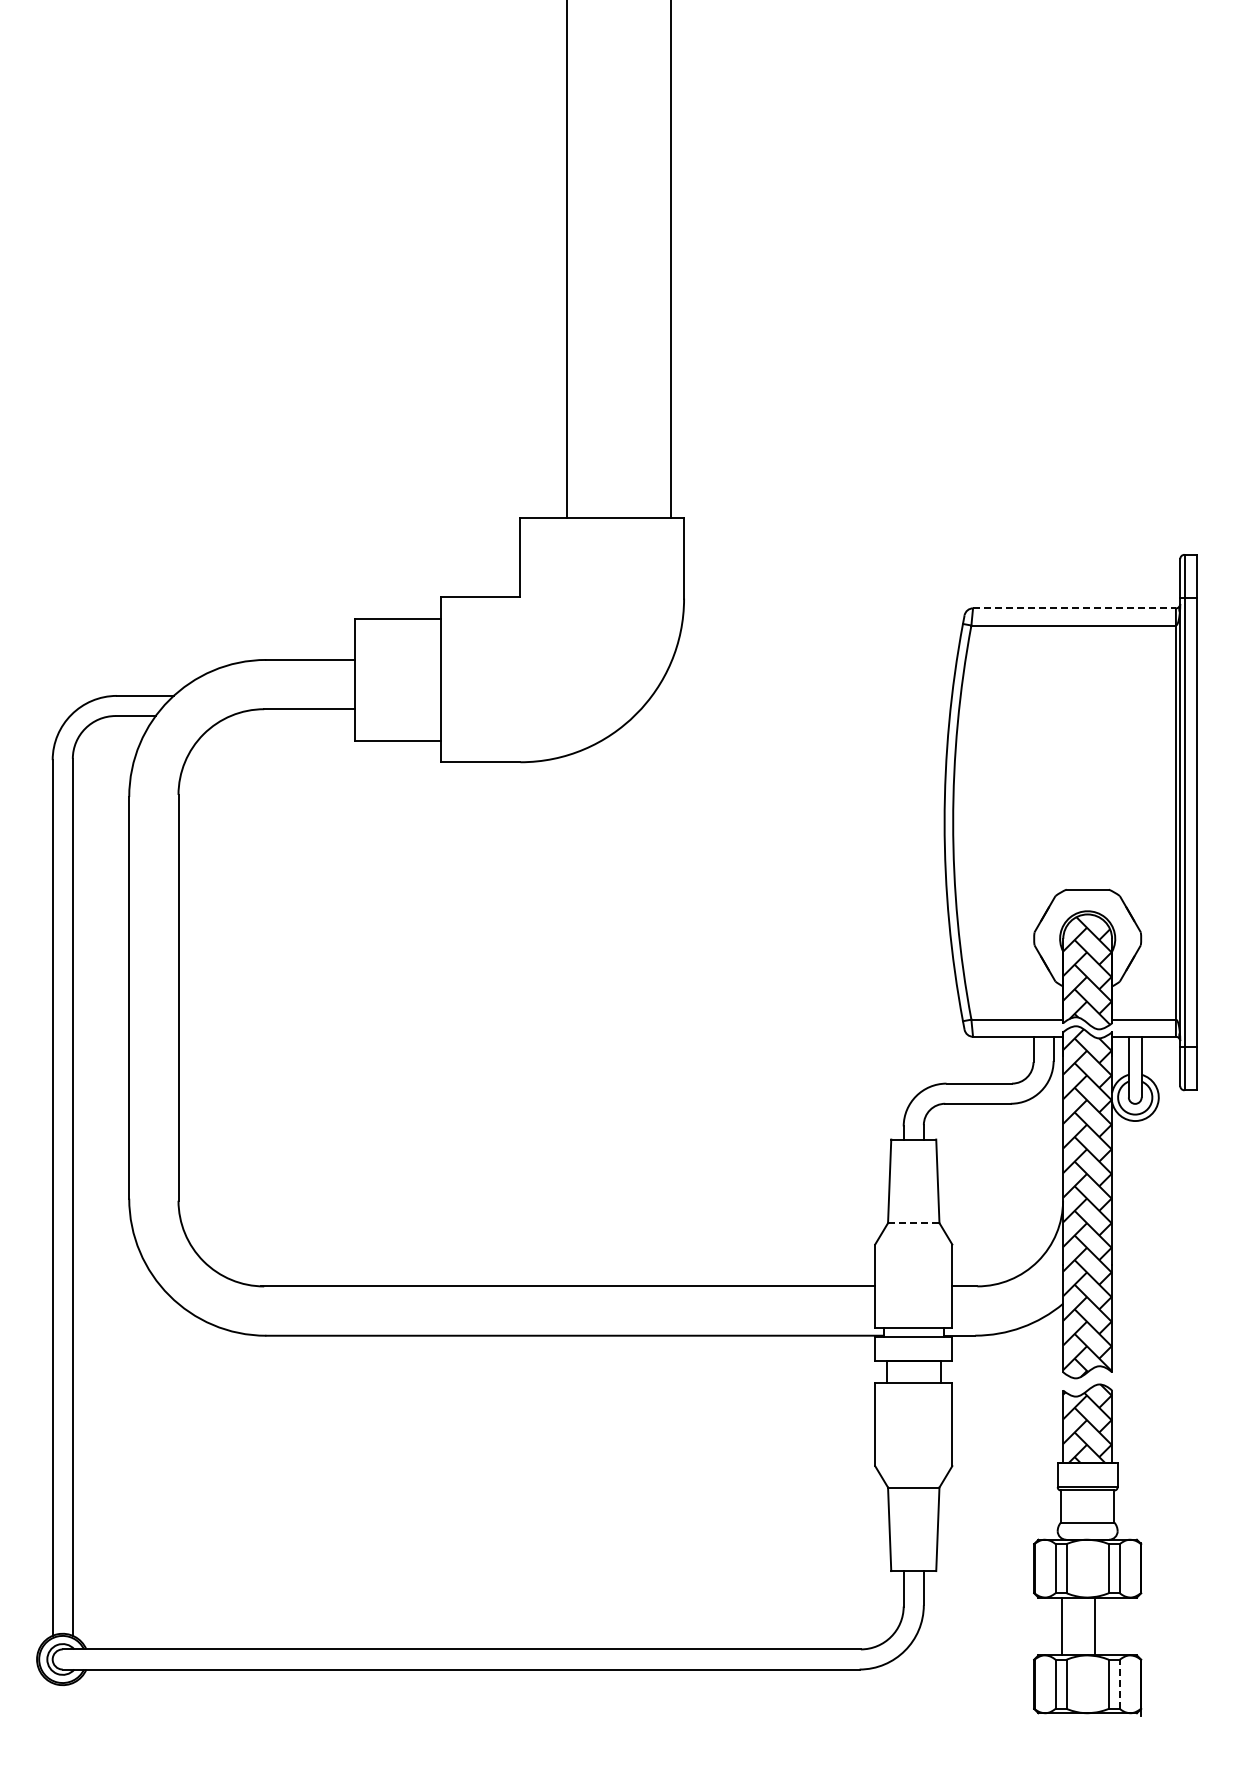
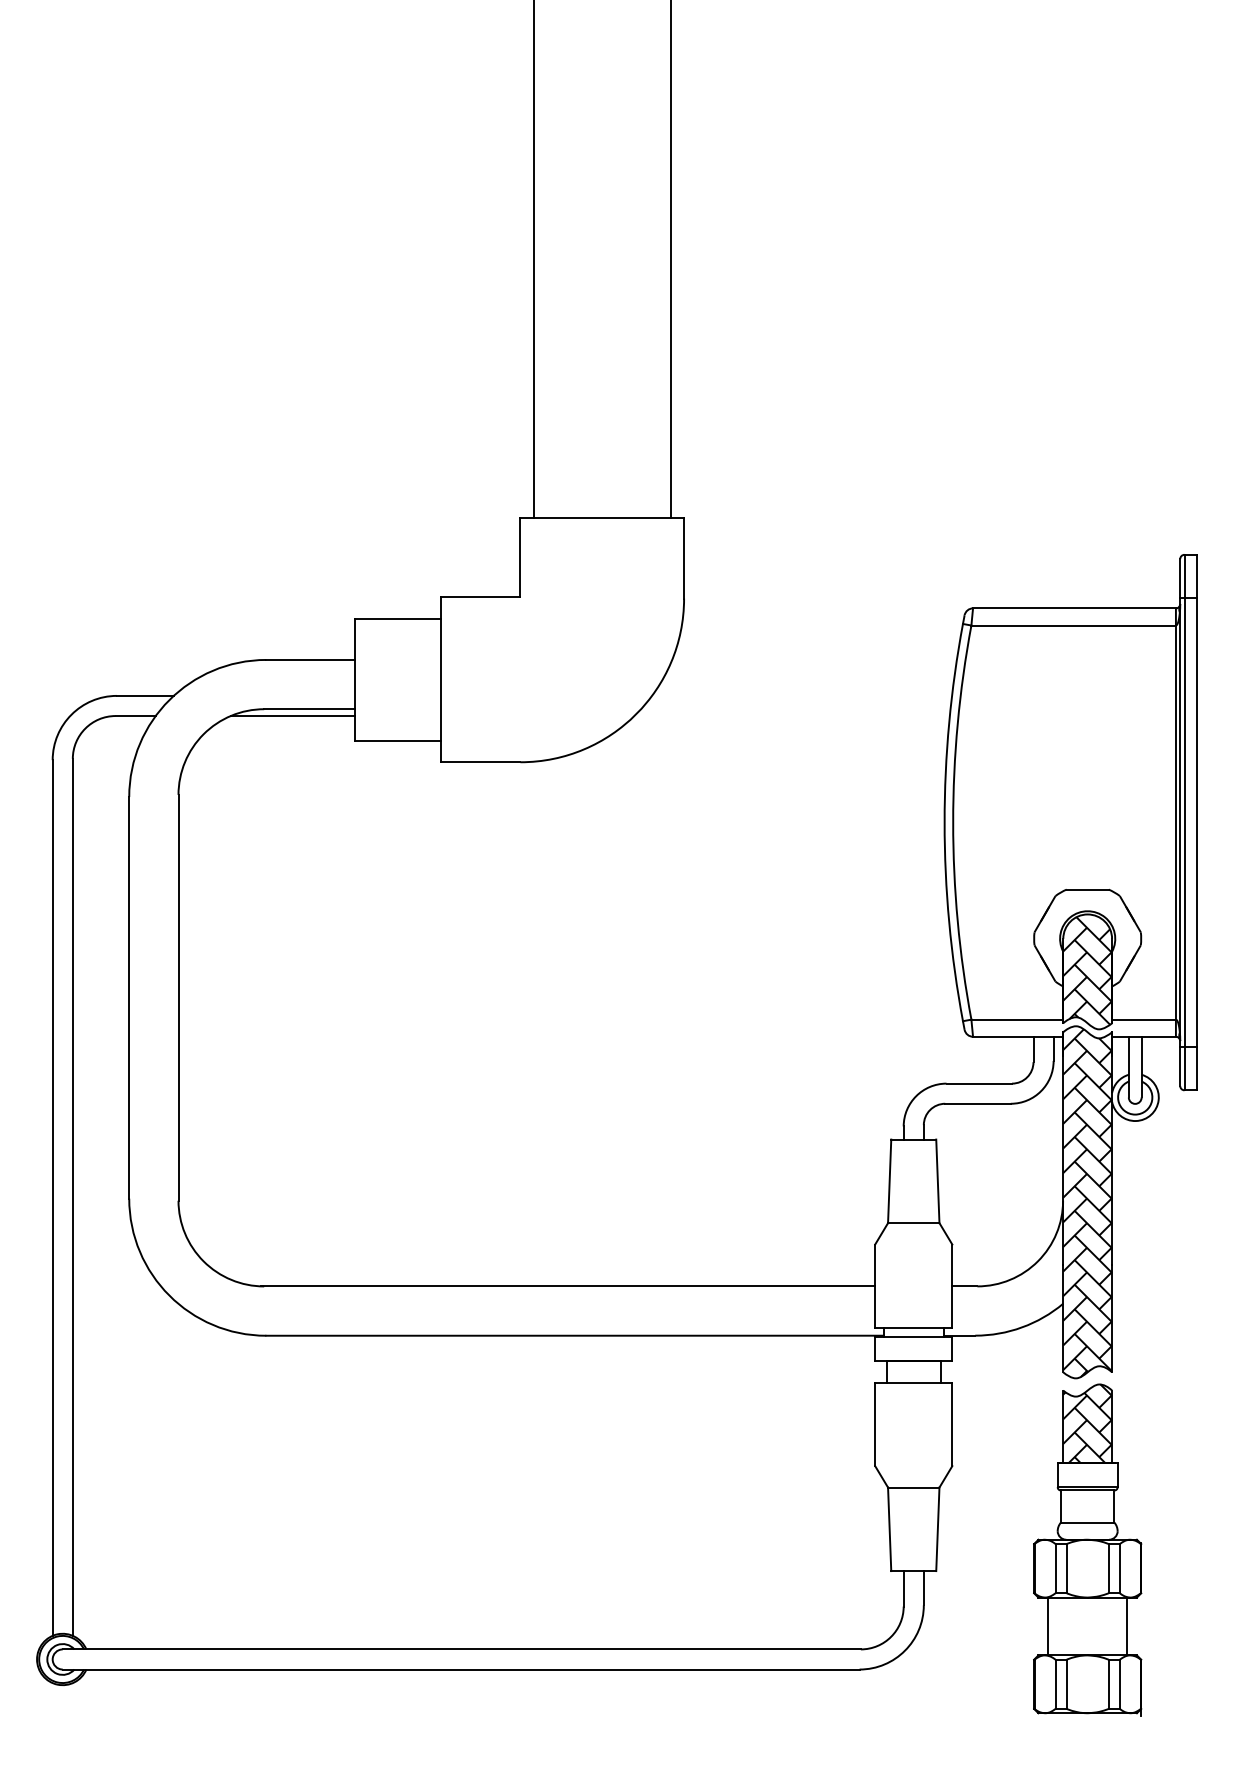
line at (566, 259) position: (566, 259) -> (533, 259)
line at (1074, 608): dashed -> solid
line at (292, 716): none -> present
line at (913, 1223): dashed -> solid
line at (1062, 1626) position: (1062, 1626) -> (1048, 1626)
line at (1095, 1626) position: (1095, 1626) -> (1127, 1626)
line at (1119, 1684): dashed -> solid
